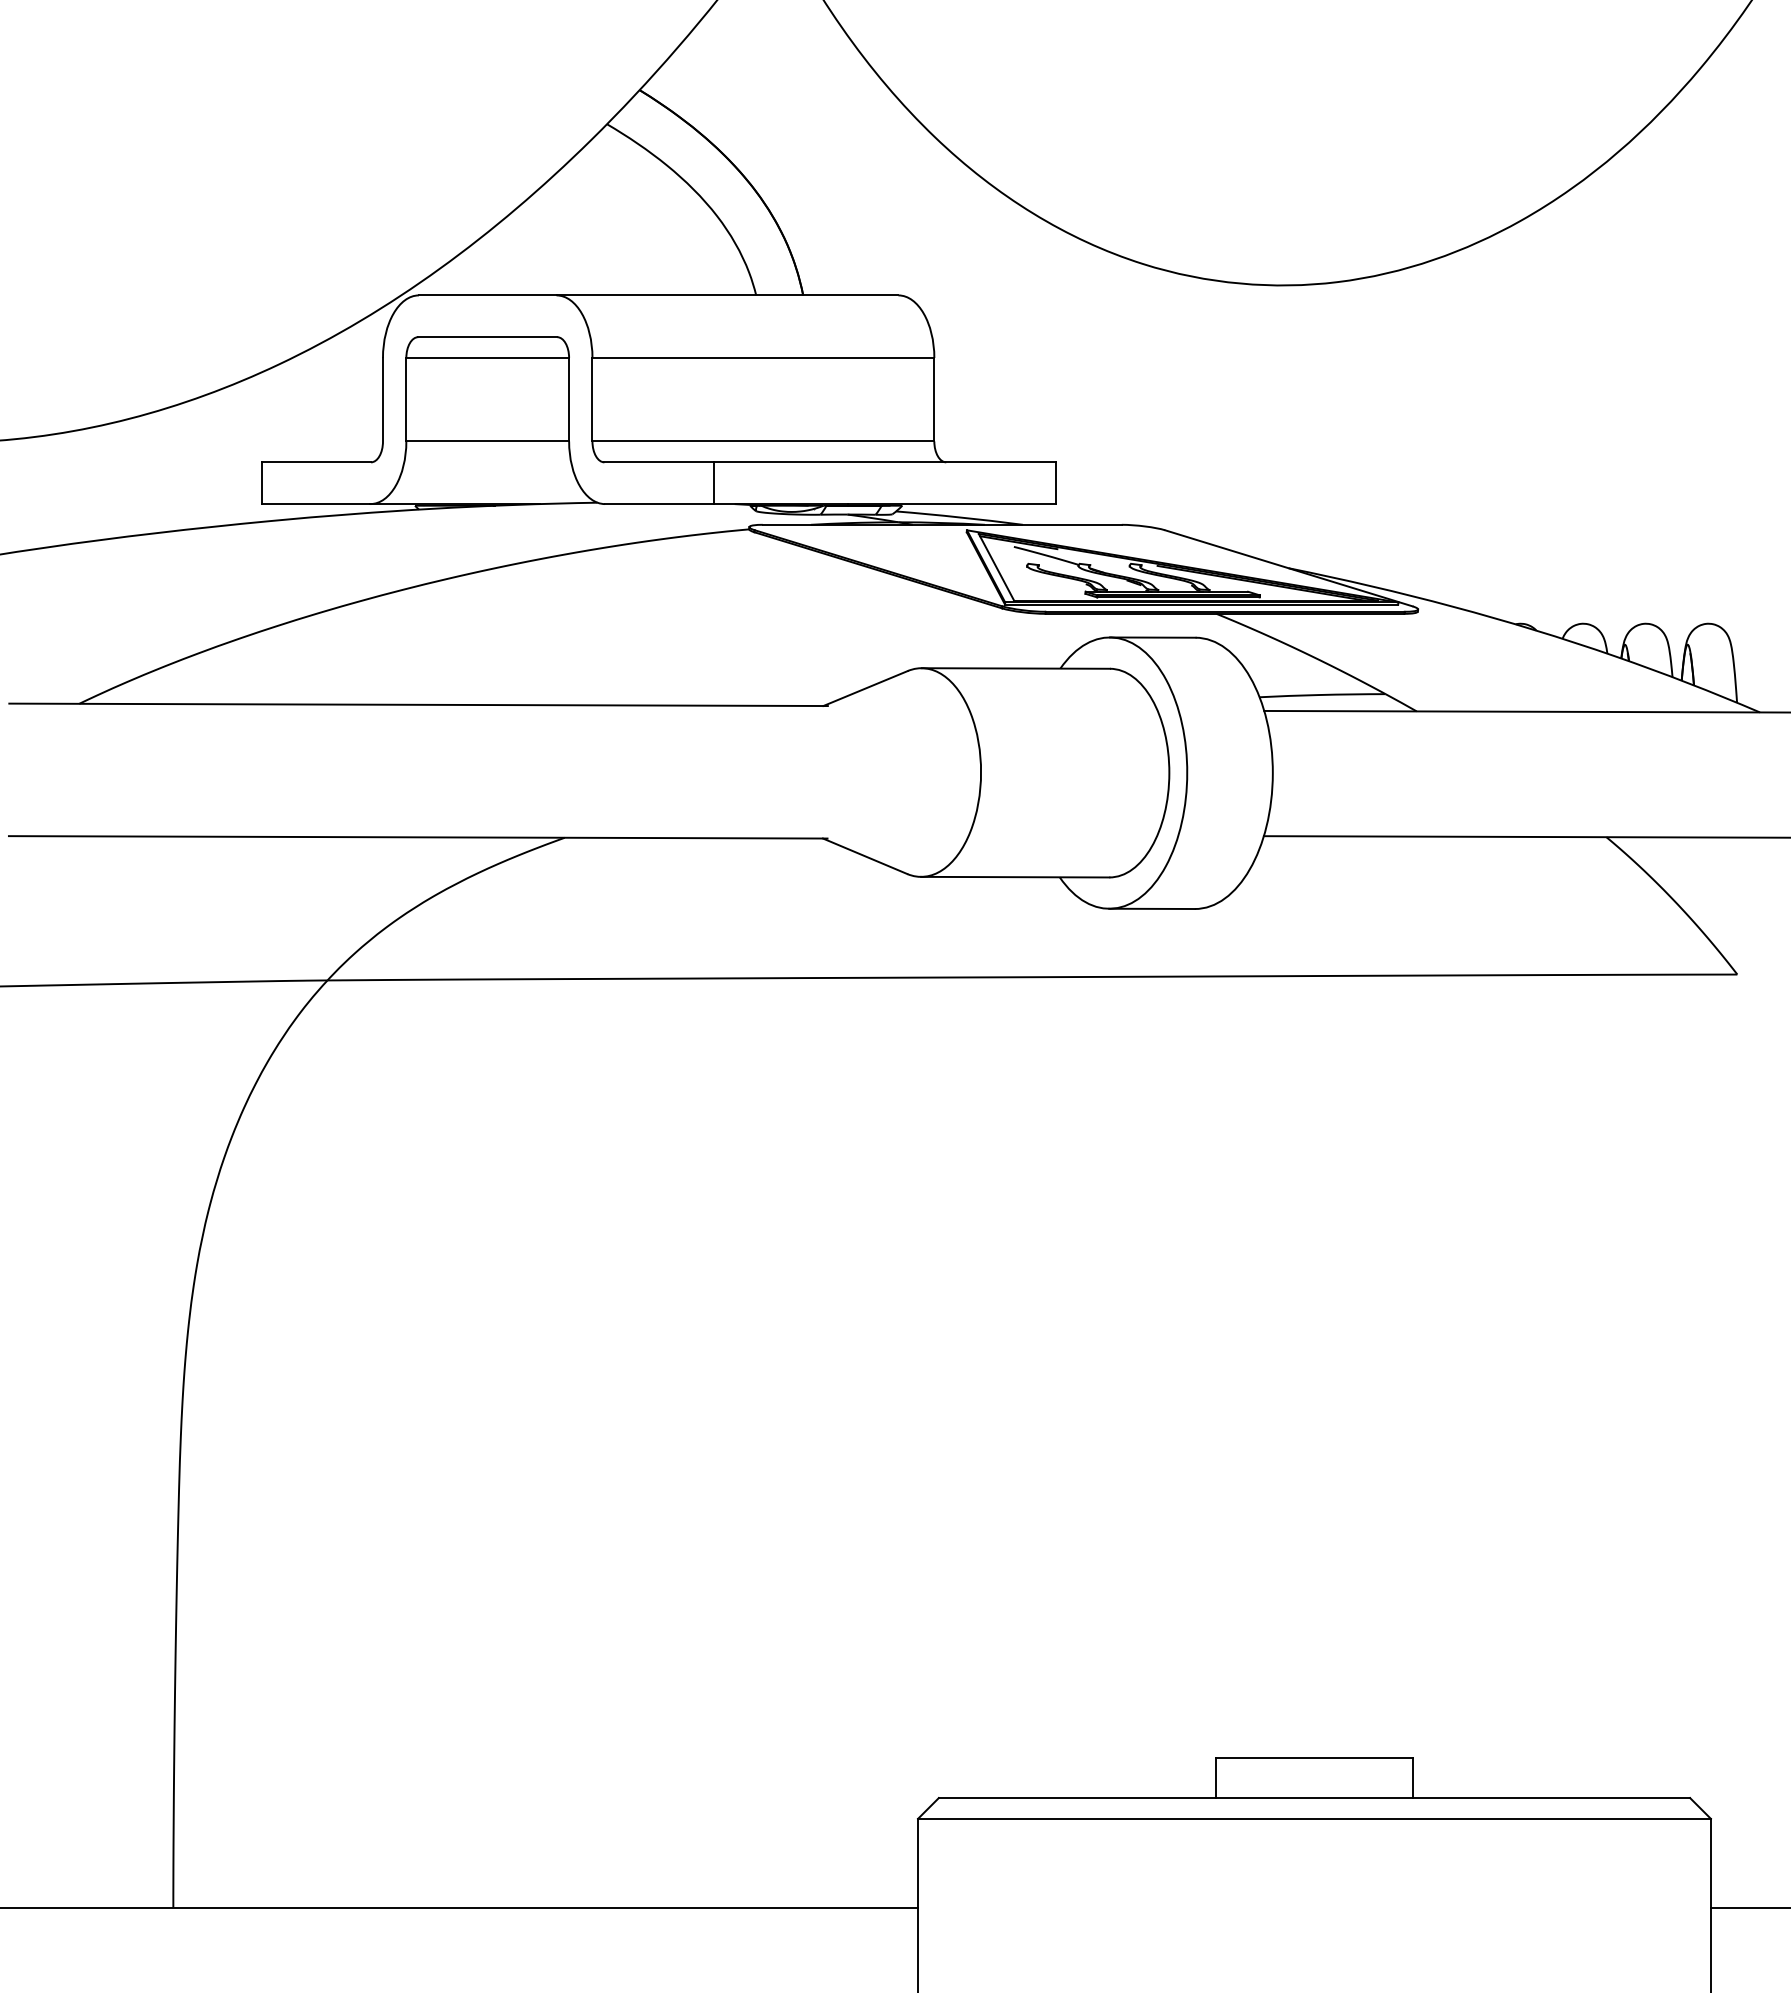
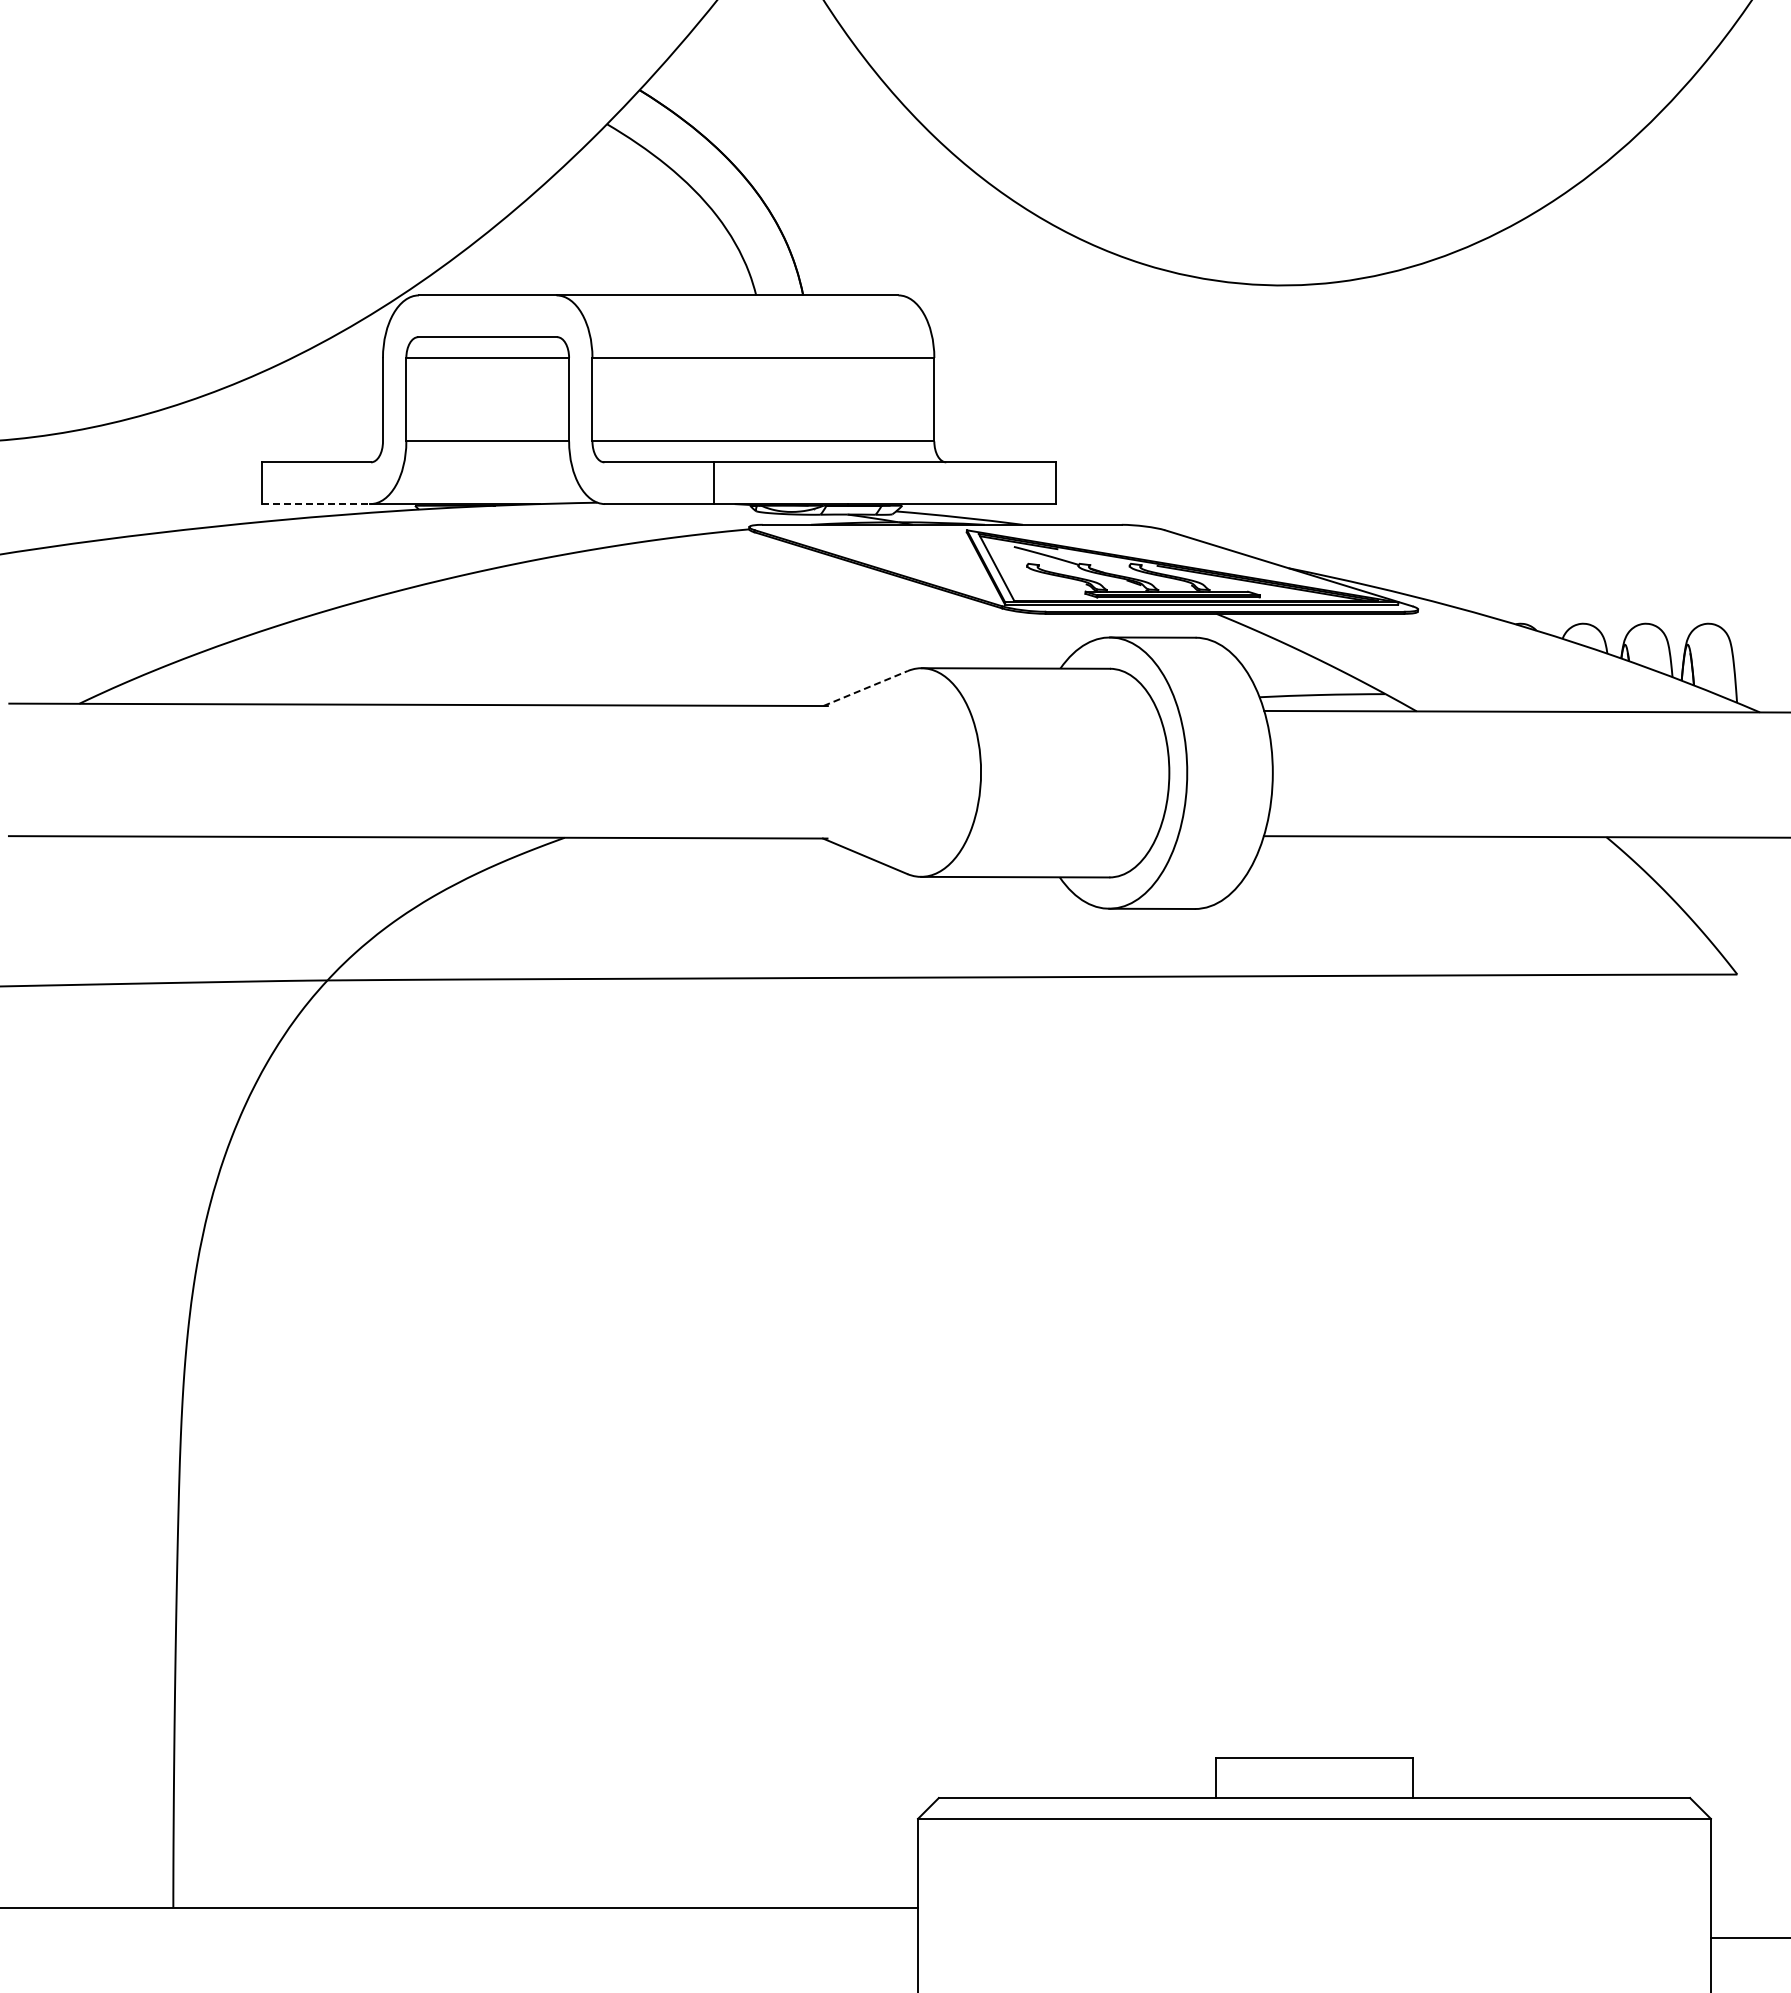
line at (316, 504): solid -> dashed
line at (865, 688): solid -> dashed
line at (1748, 1907) position: (1748, 1907) -> (1748, 1937)
